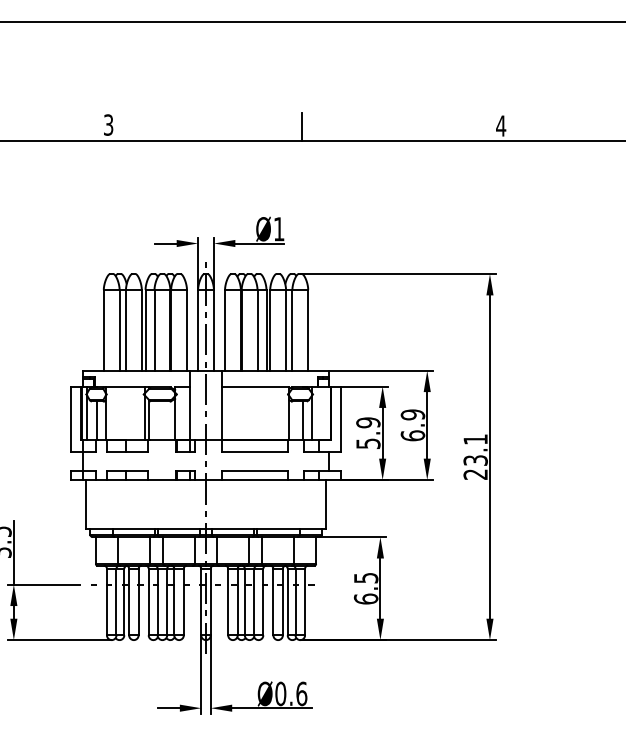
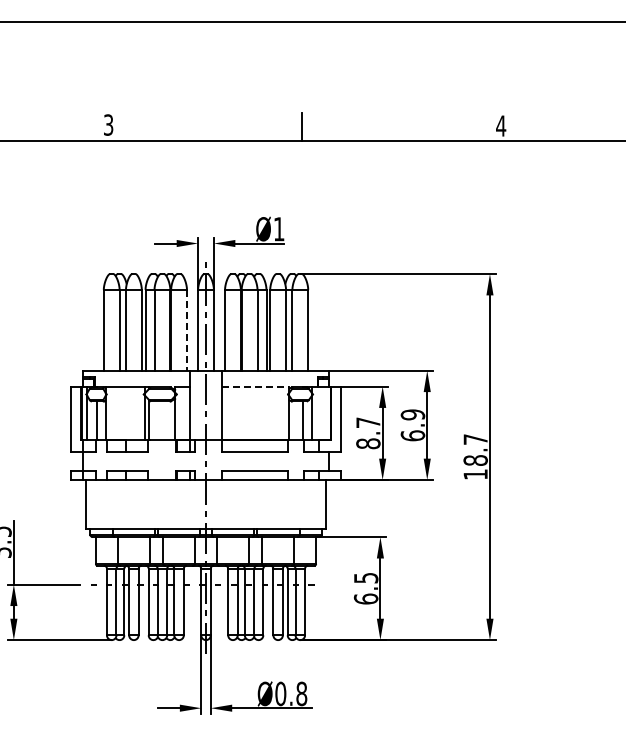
line at (187, 330): solid -> dashed
line at (255, 386): solid -> dashed
text at (368, 433): 5.9 -> 8.7
text at (475, 456): 23.1 -> 18.7
text at (301, 693): Ø0.6 -> Ø0.8
